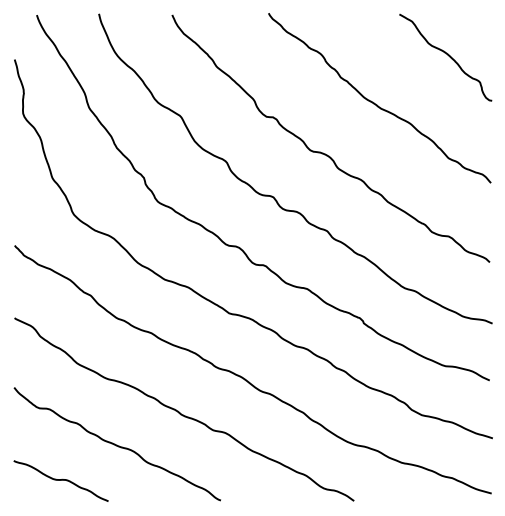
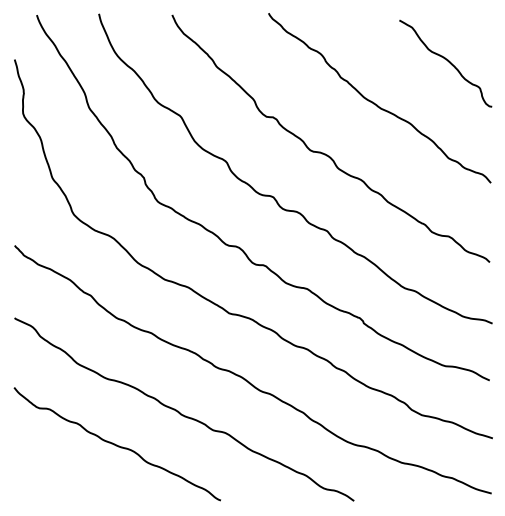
curve at (447, 55) position: (447, 55) -> (447, 61)
curve at (60, 480): present -> none
